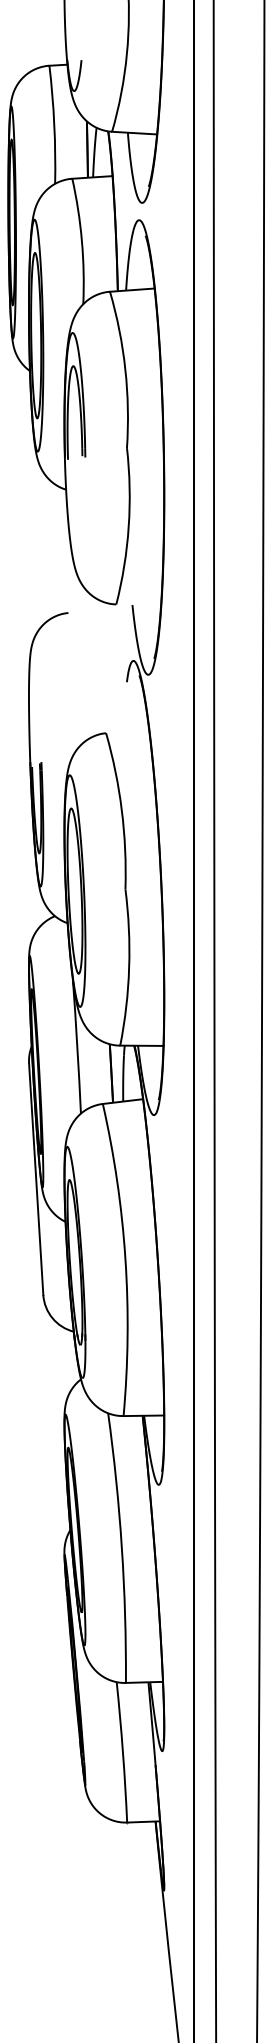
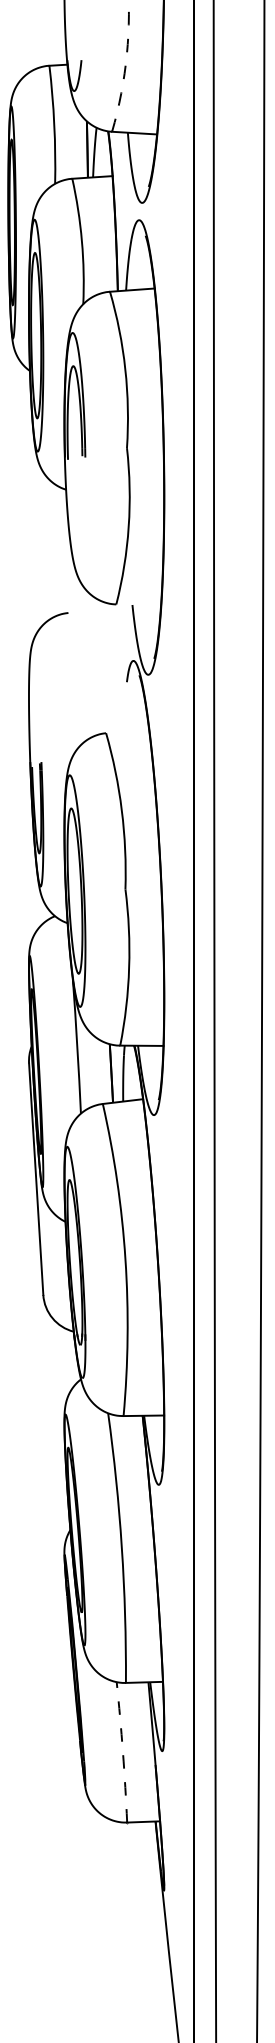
arc at (125, 66): solid -> dashed
arc at (122, 1752): solid -> dashed
